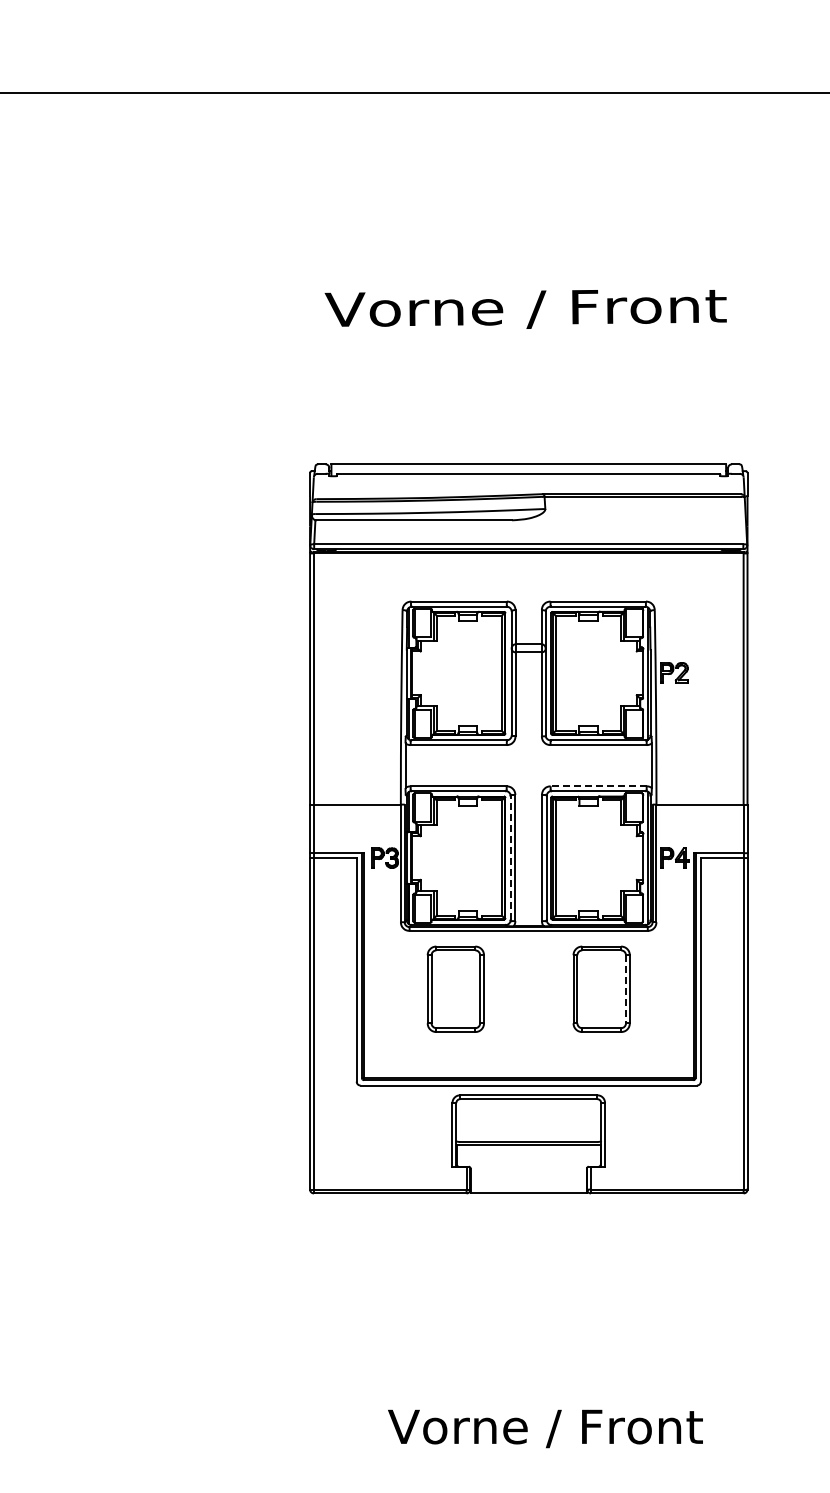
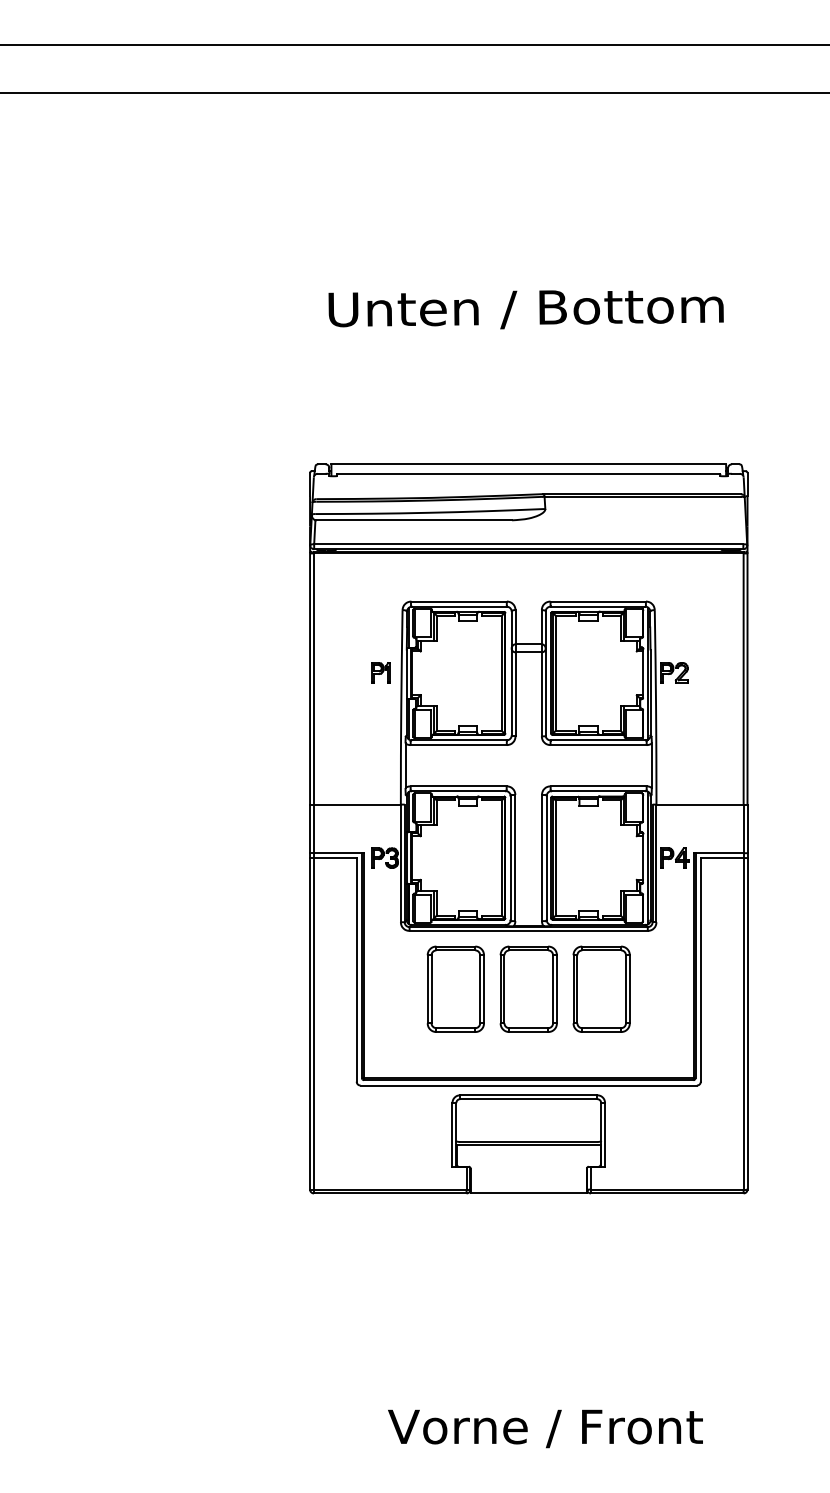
line at (414, 44): none -> present
text at (525, 309): Vorne / Front -> Unten / Bottom
part at (380, 672): none -> present
line at (598, 786): dashed -> solid
line at (510, 857): dashed -> solid
part at (528, 988): none -> present
line at (625, 989): dashed -> solid
